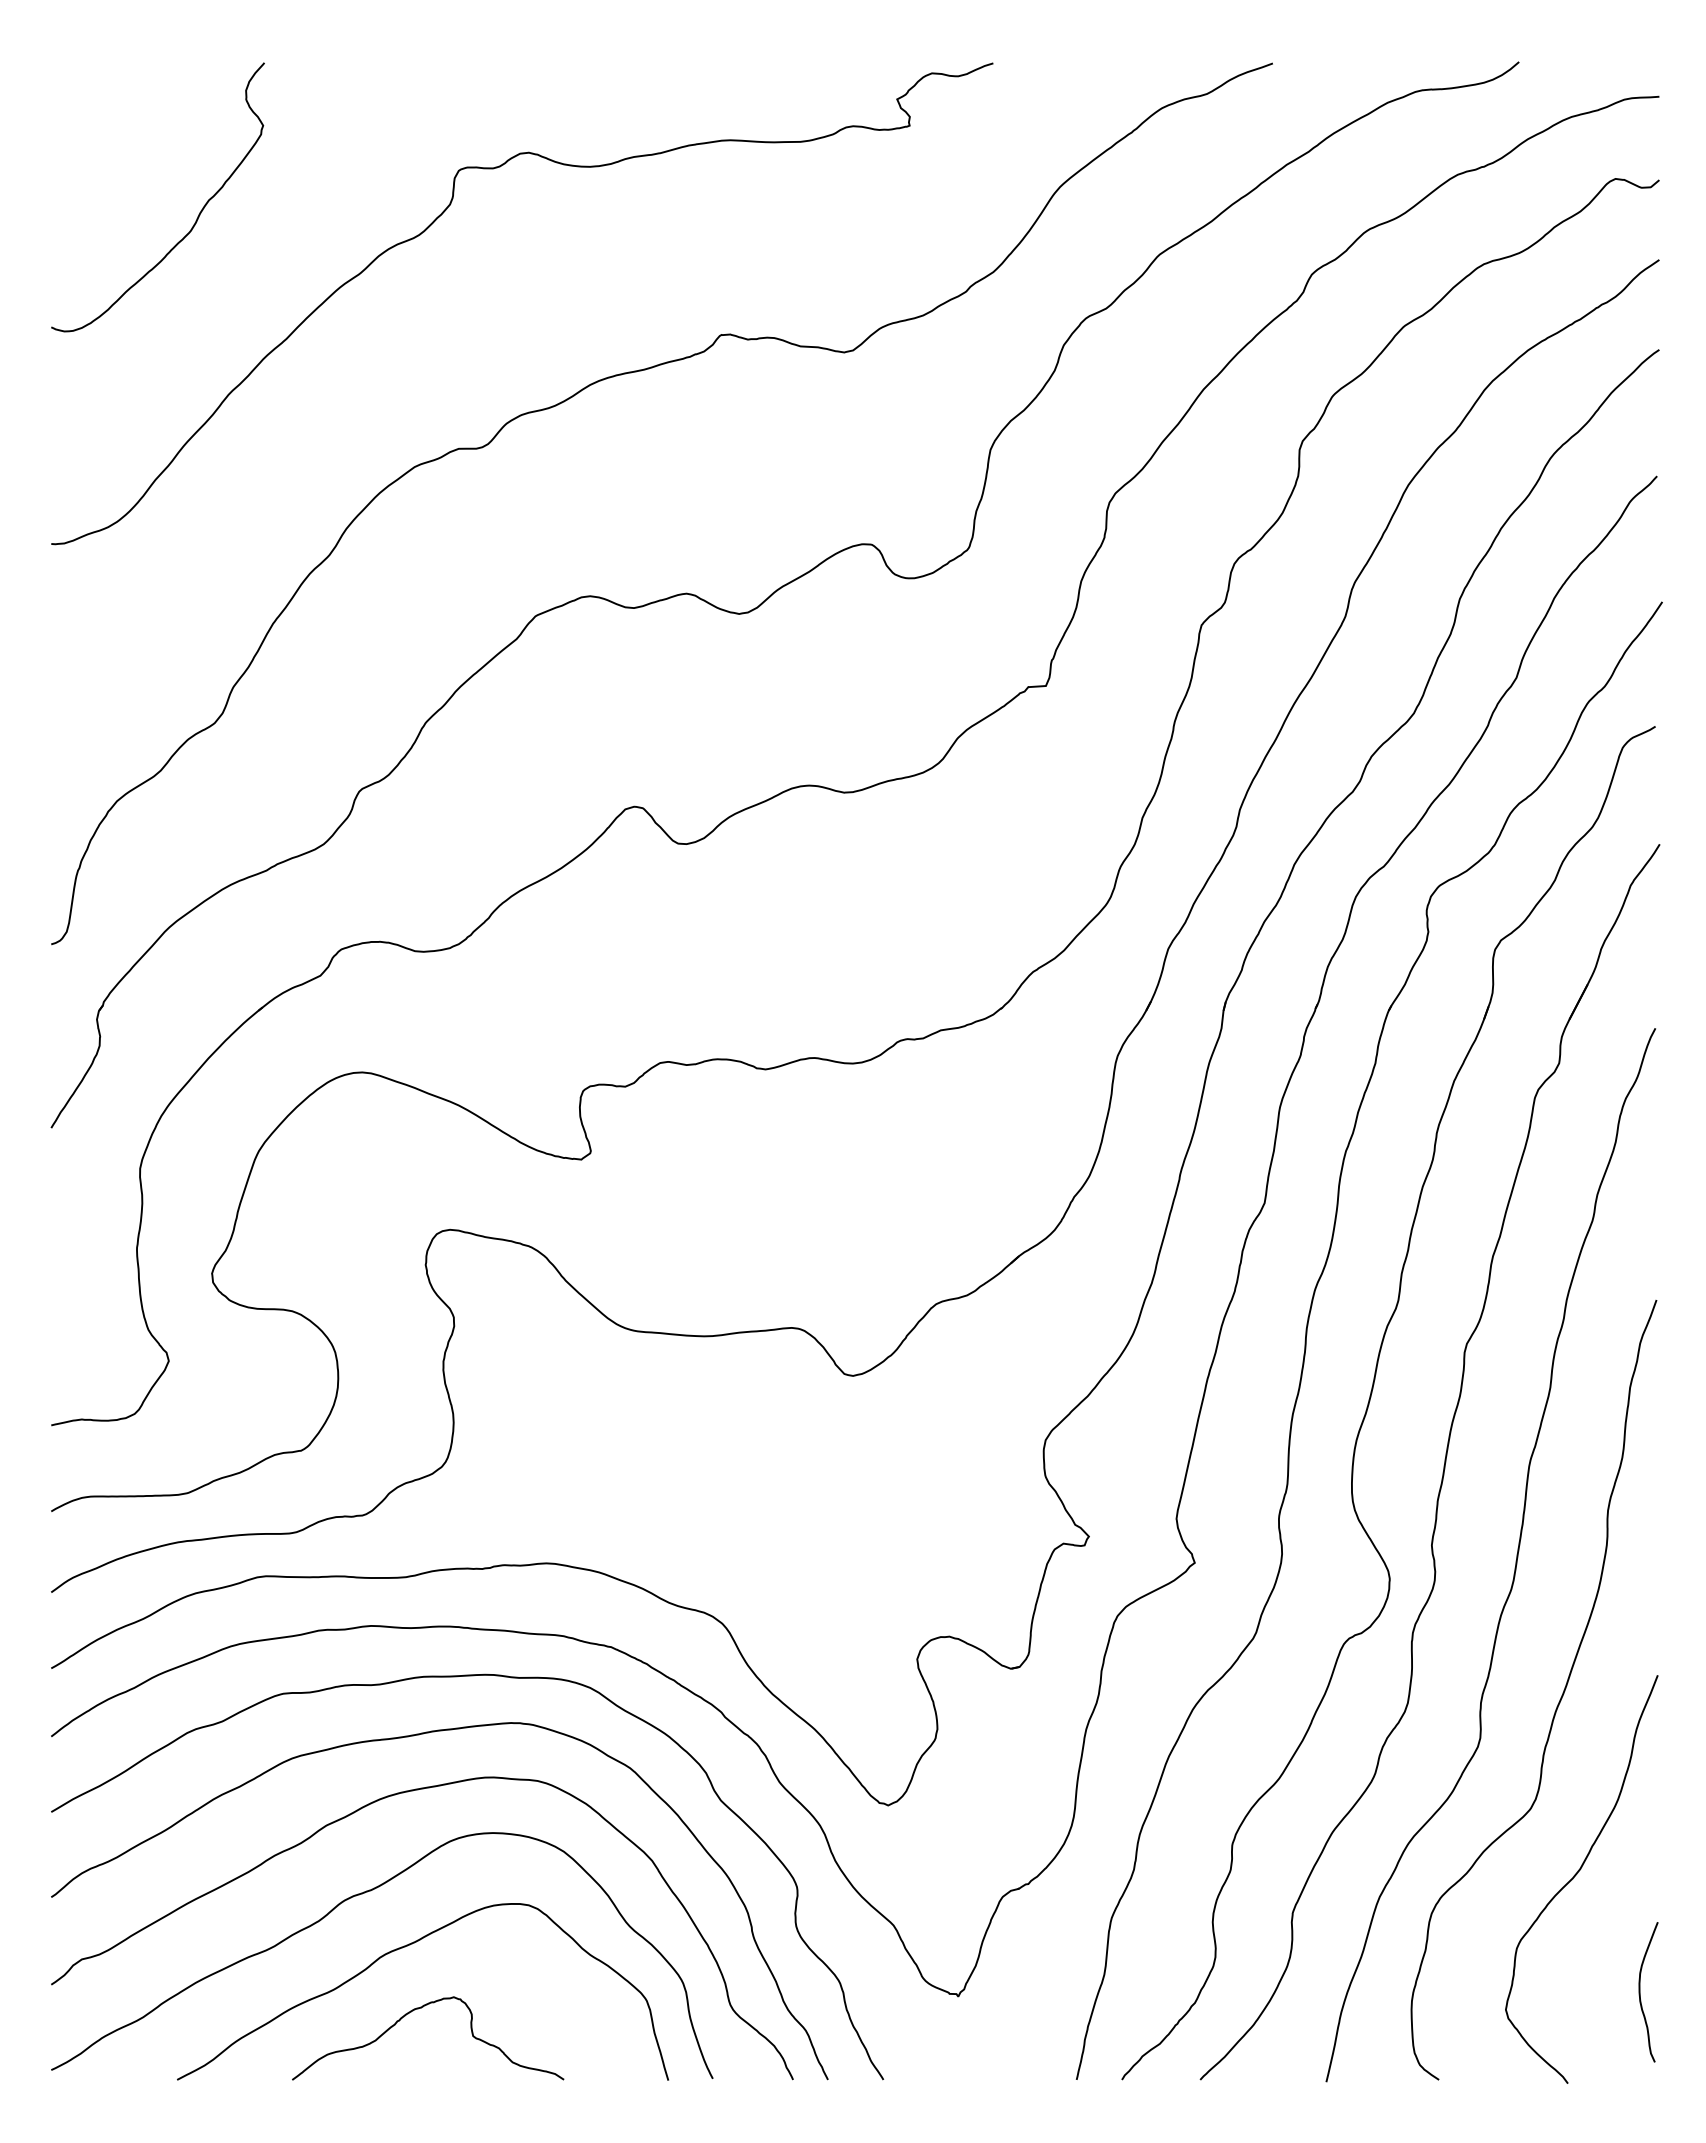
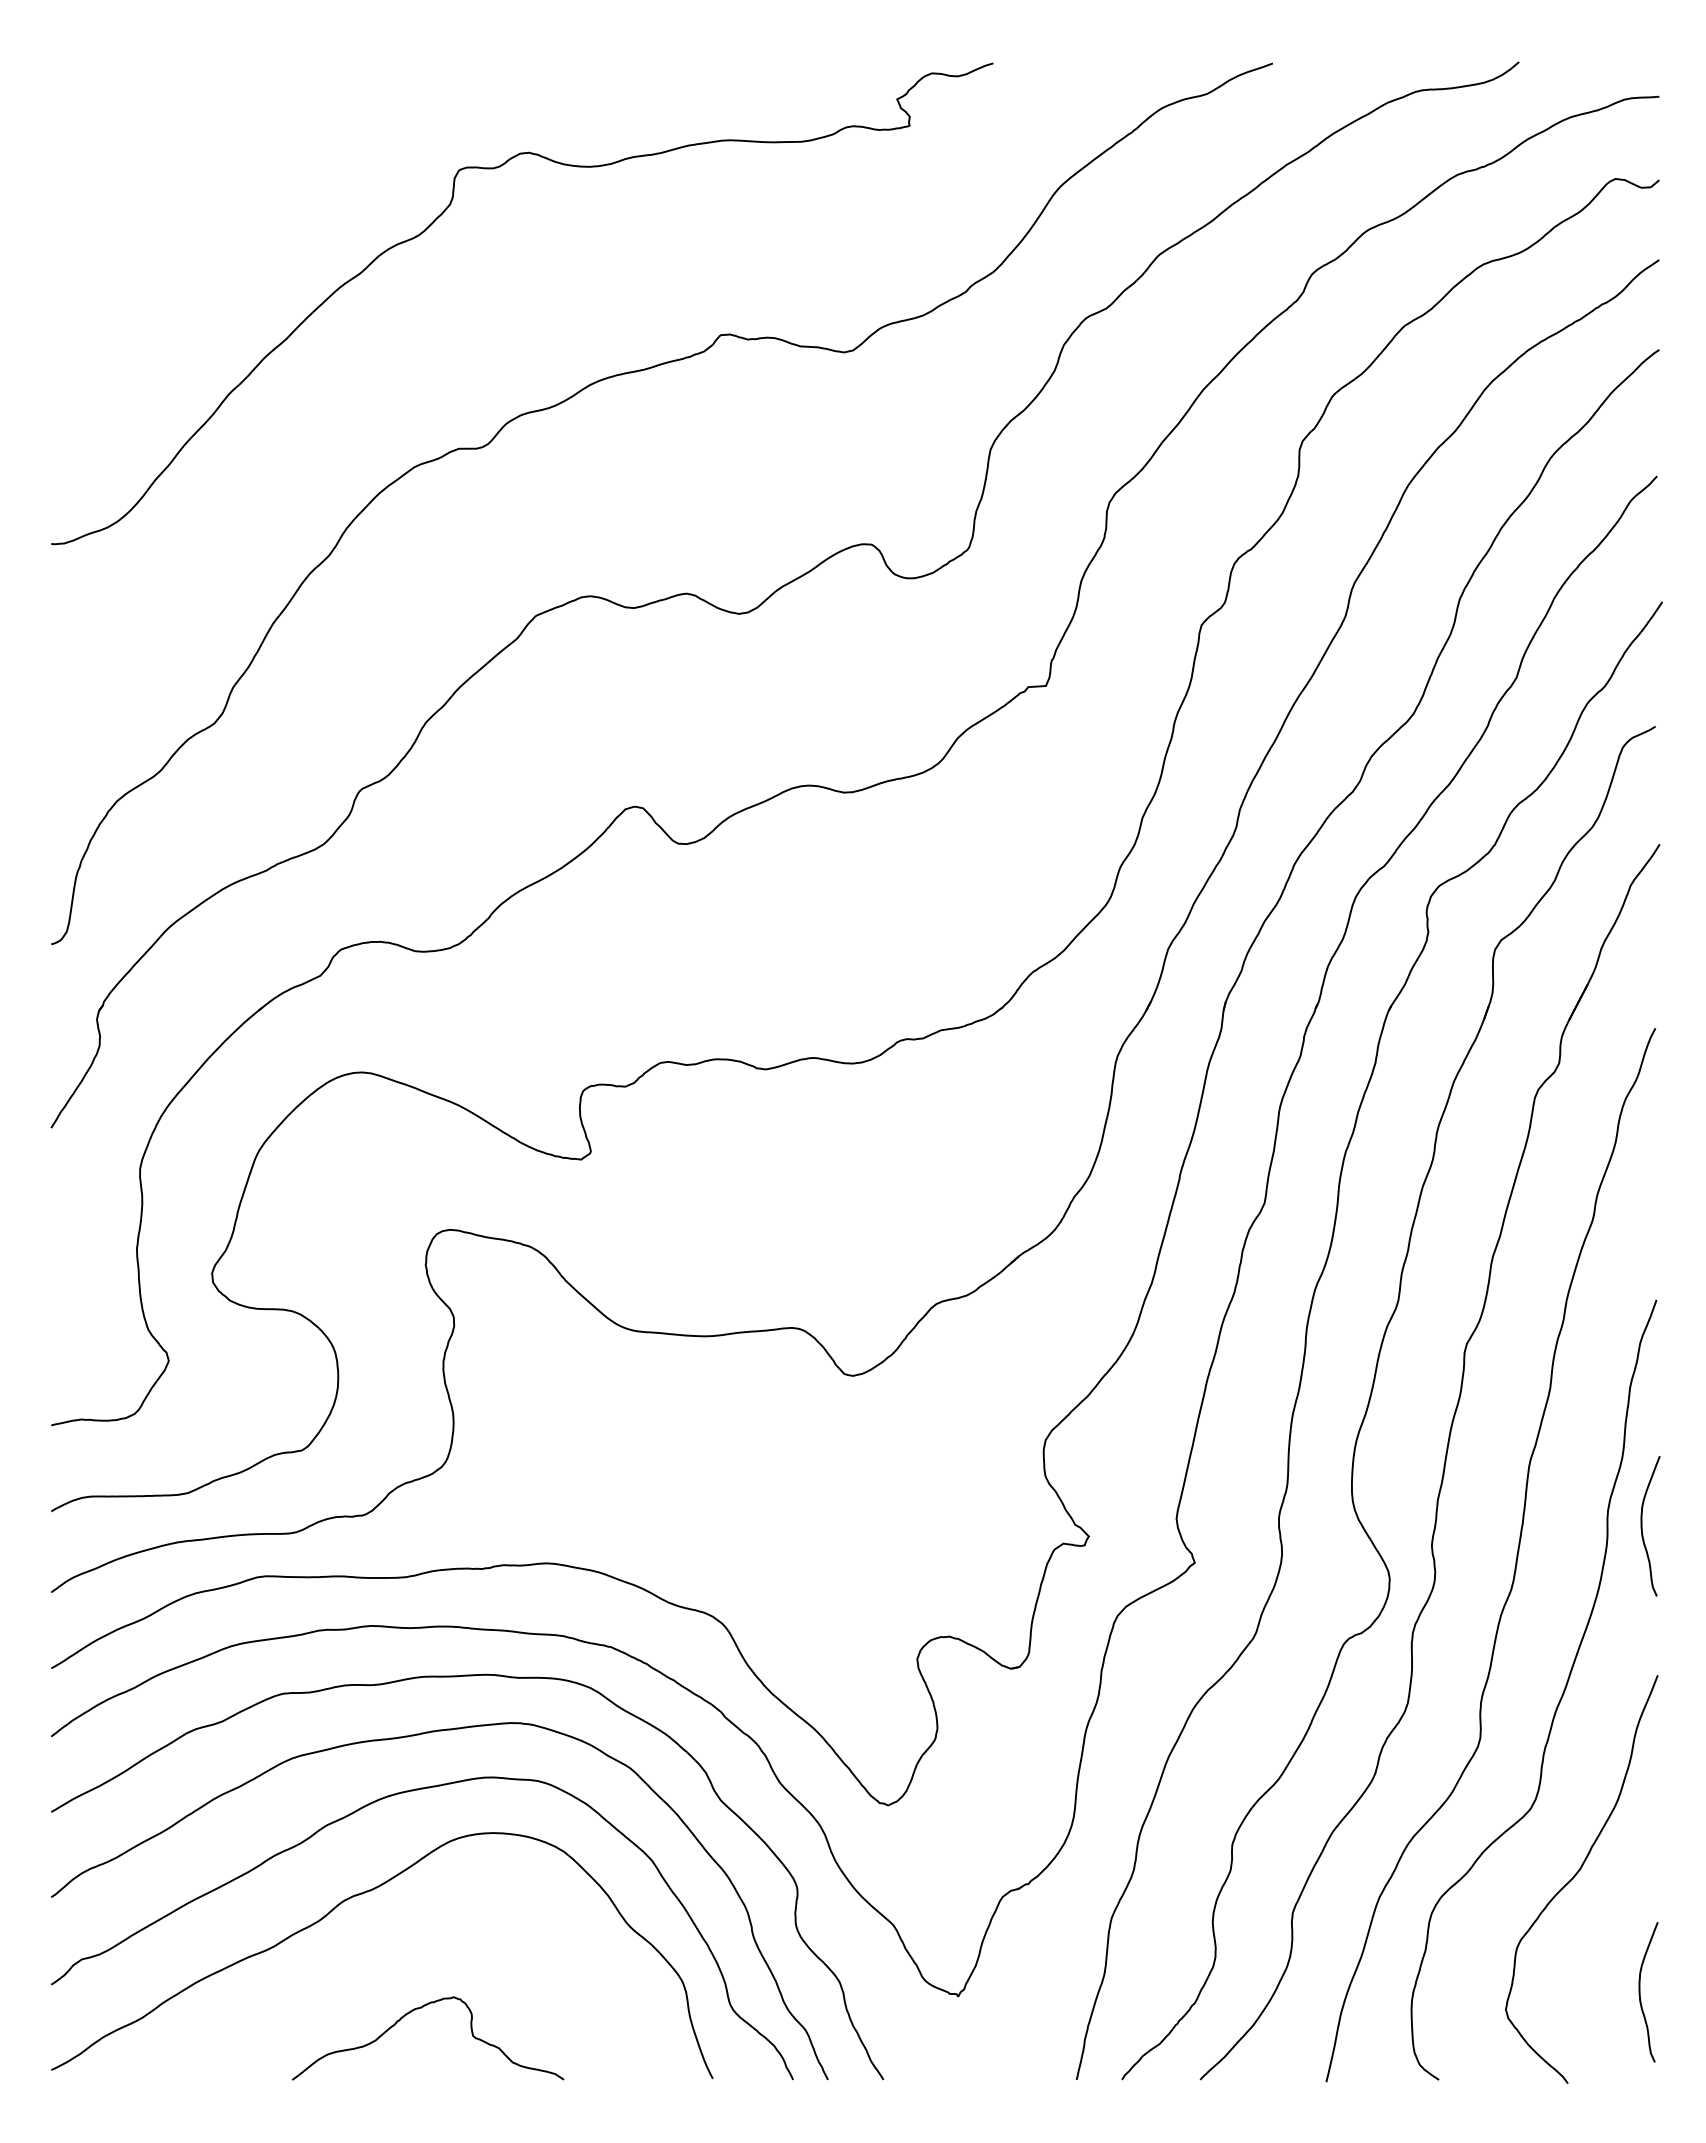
curve at (197, 216): present -> none
curve at (1642, 1526): none -> present
curve at (405, 1947): present -> none
